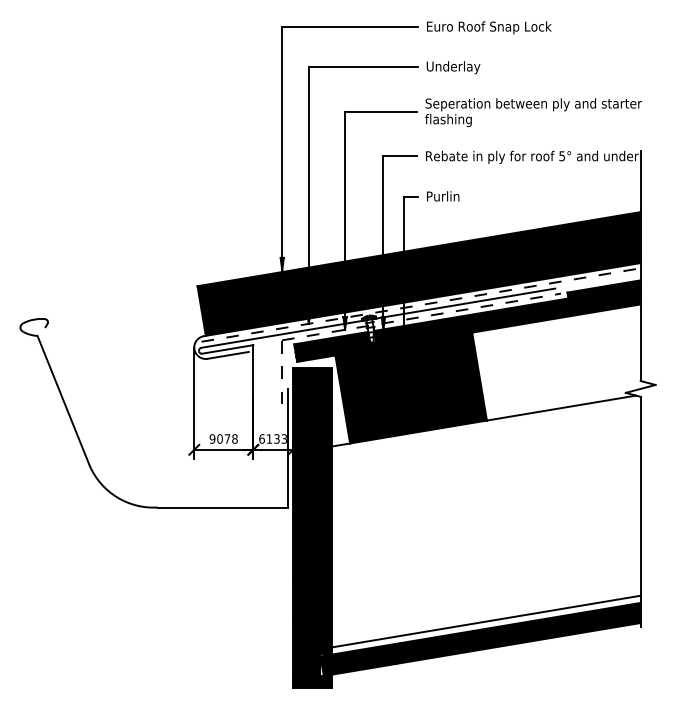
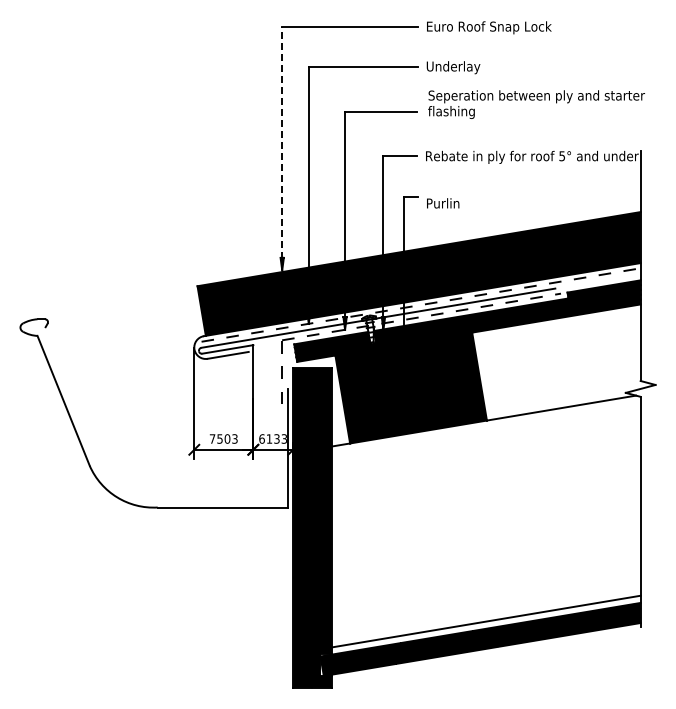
text at (533, 112) position: (533, 112) -> (536, 104)
line at (282, 148): solid -> dashed
text at (443, 196) position: (443, 196) -> (443, 203)
text at (223, 438): 9078 -> 7503
